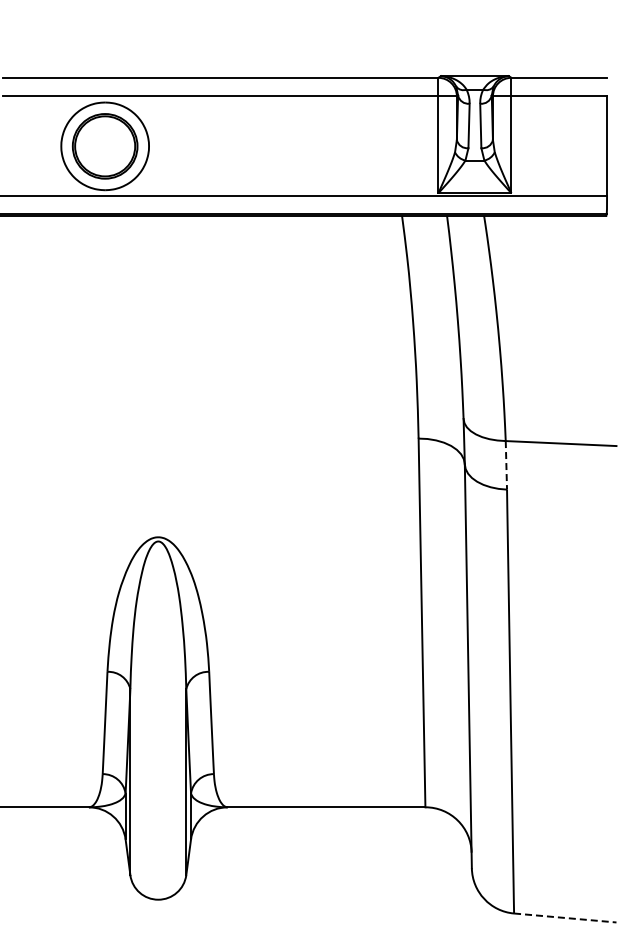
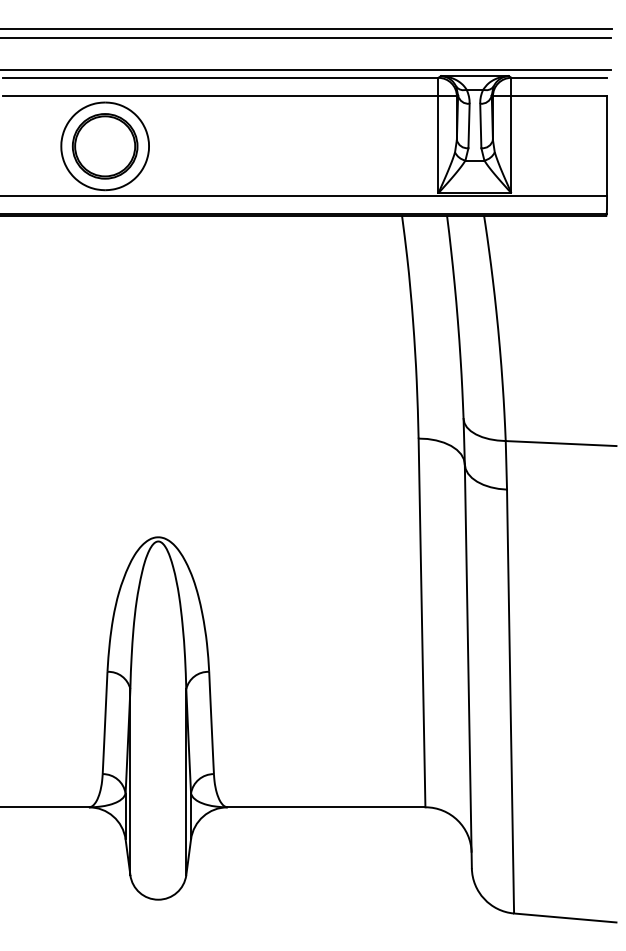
line at (306, 28): none -> present
line at (306, 37): none -> present
line at (306, 70): none -> present
line at (506, 465): dashed -> solid
line at (565, 918): dashed -> solid
